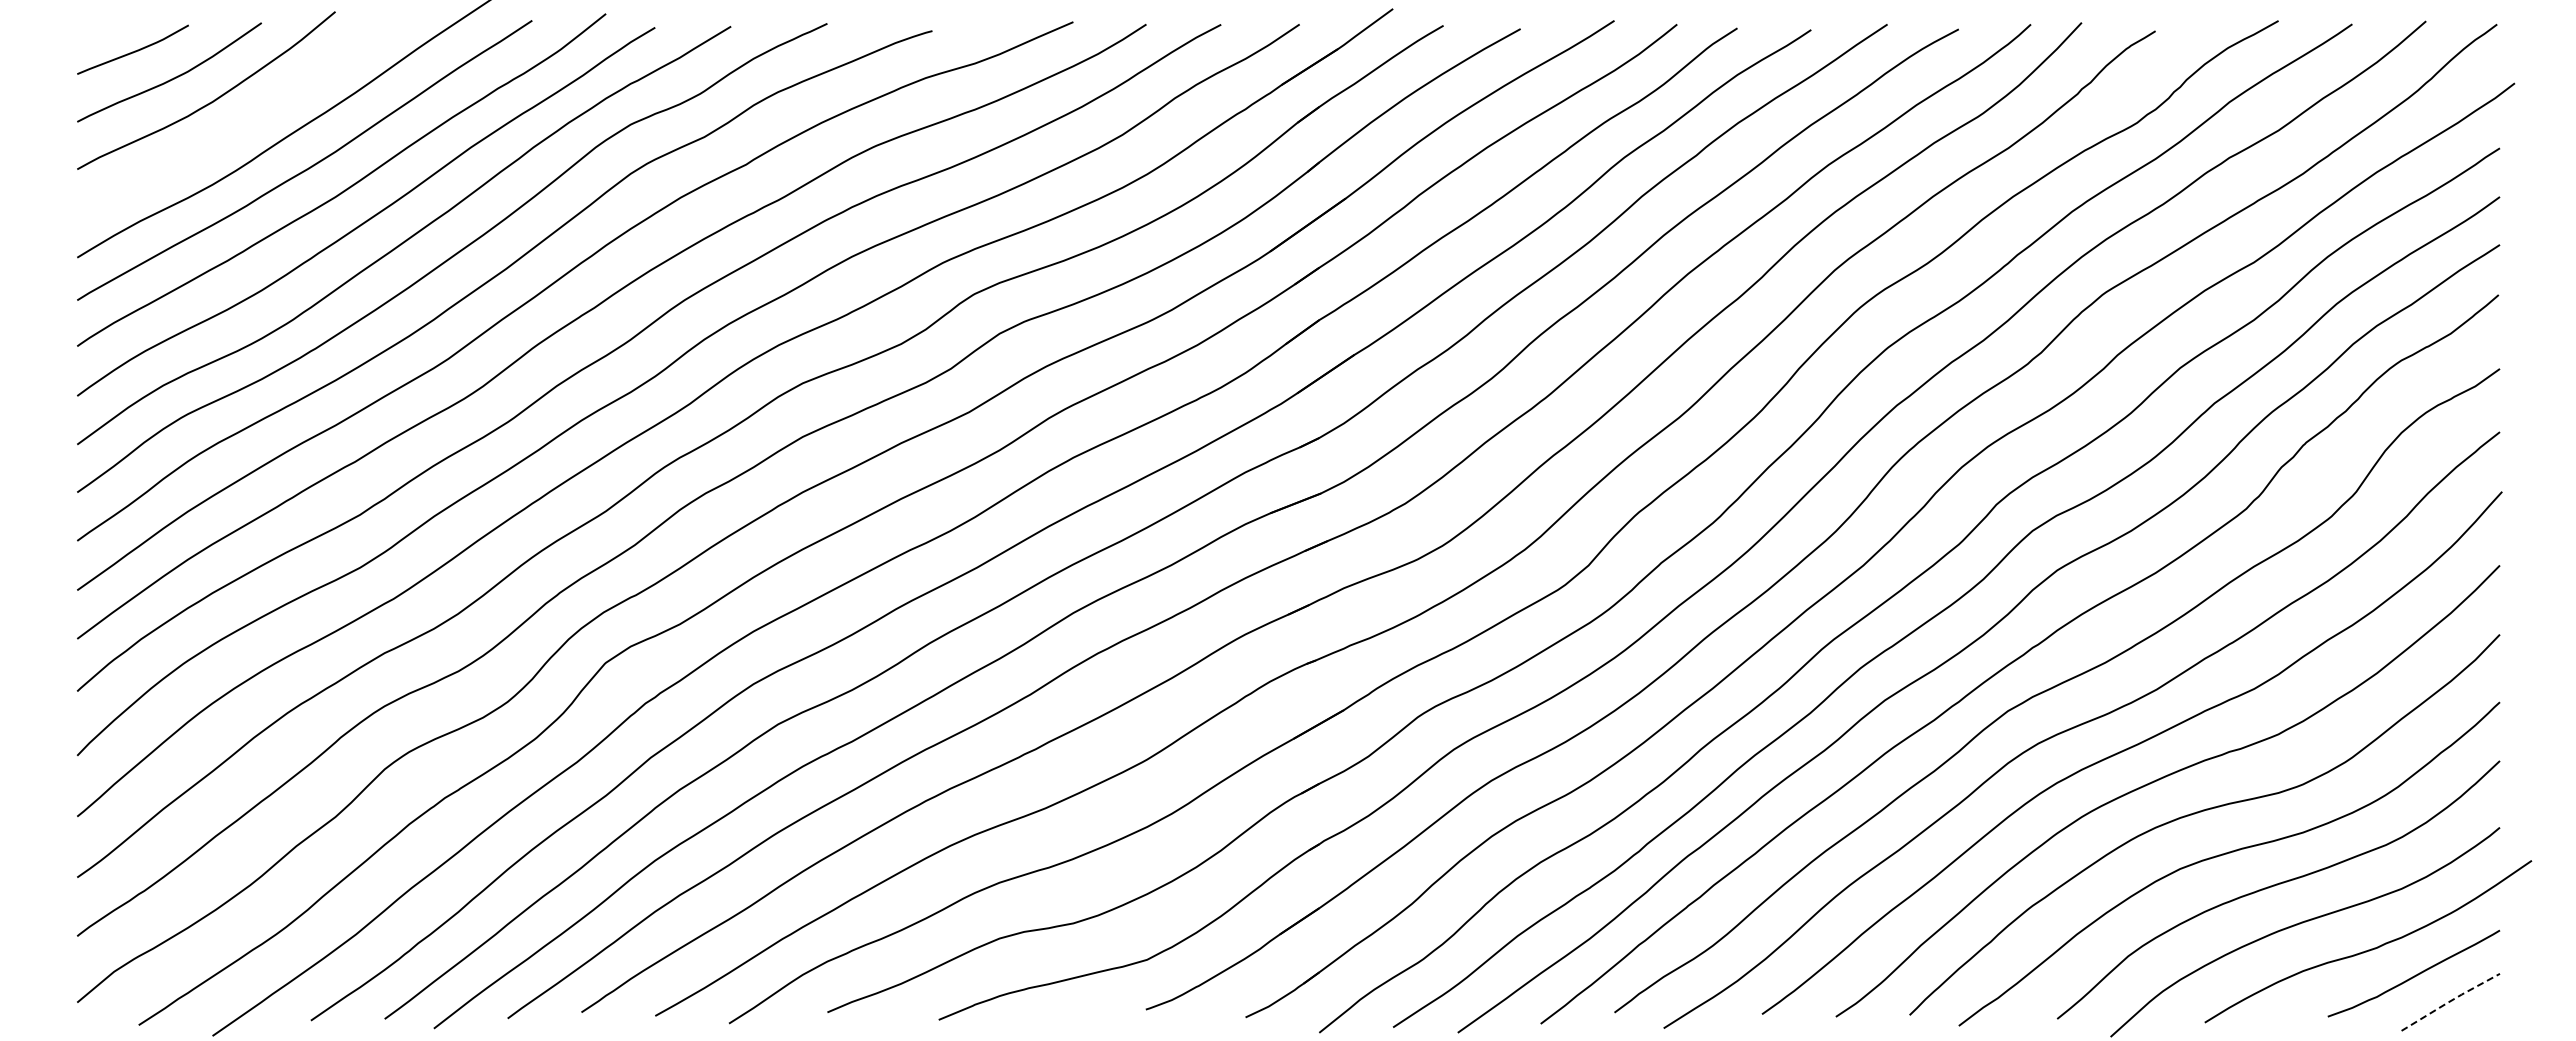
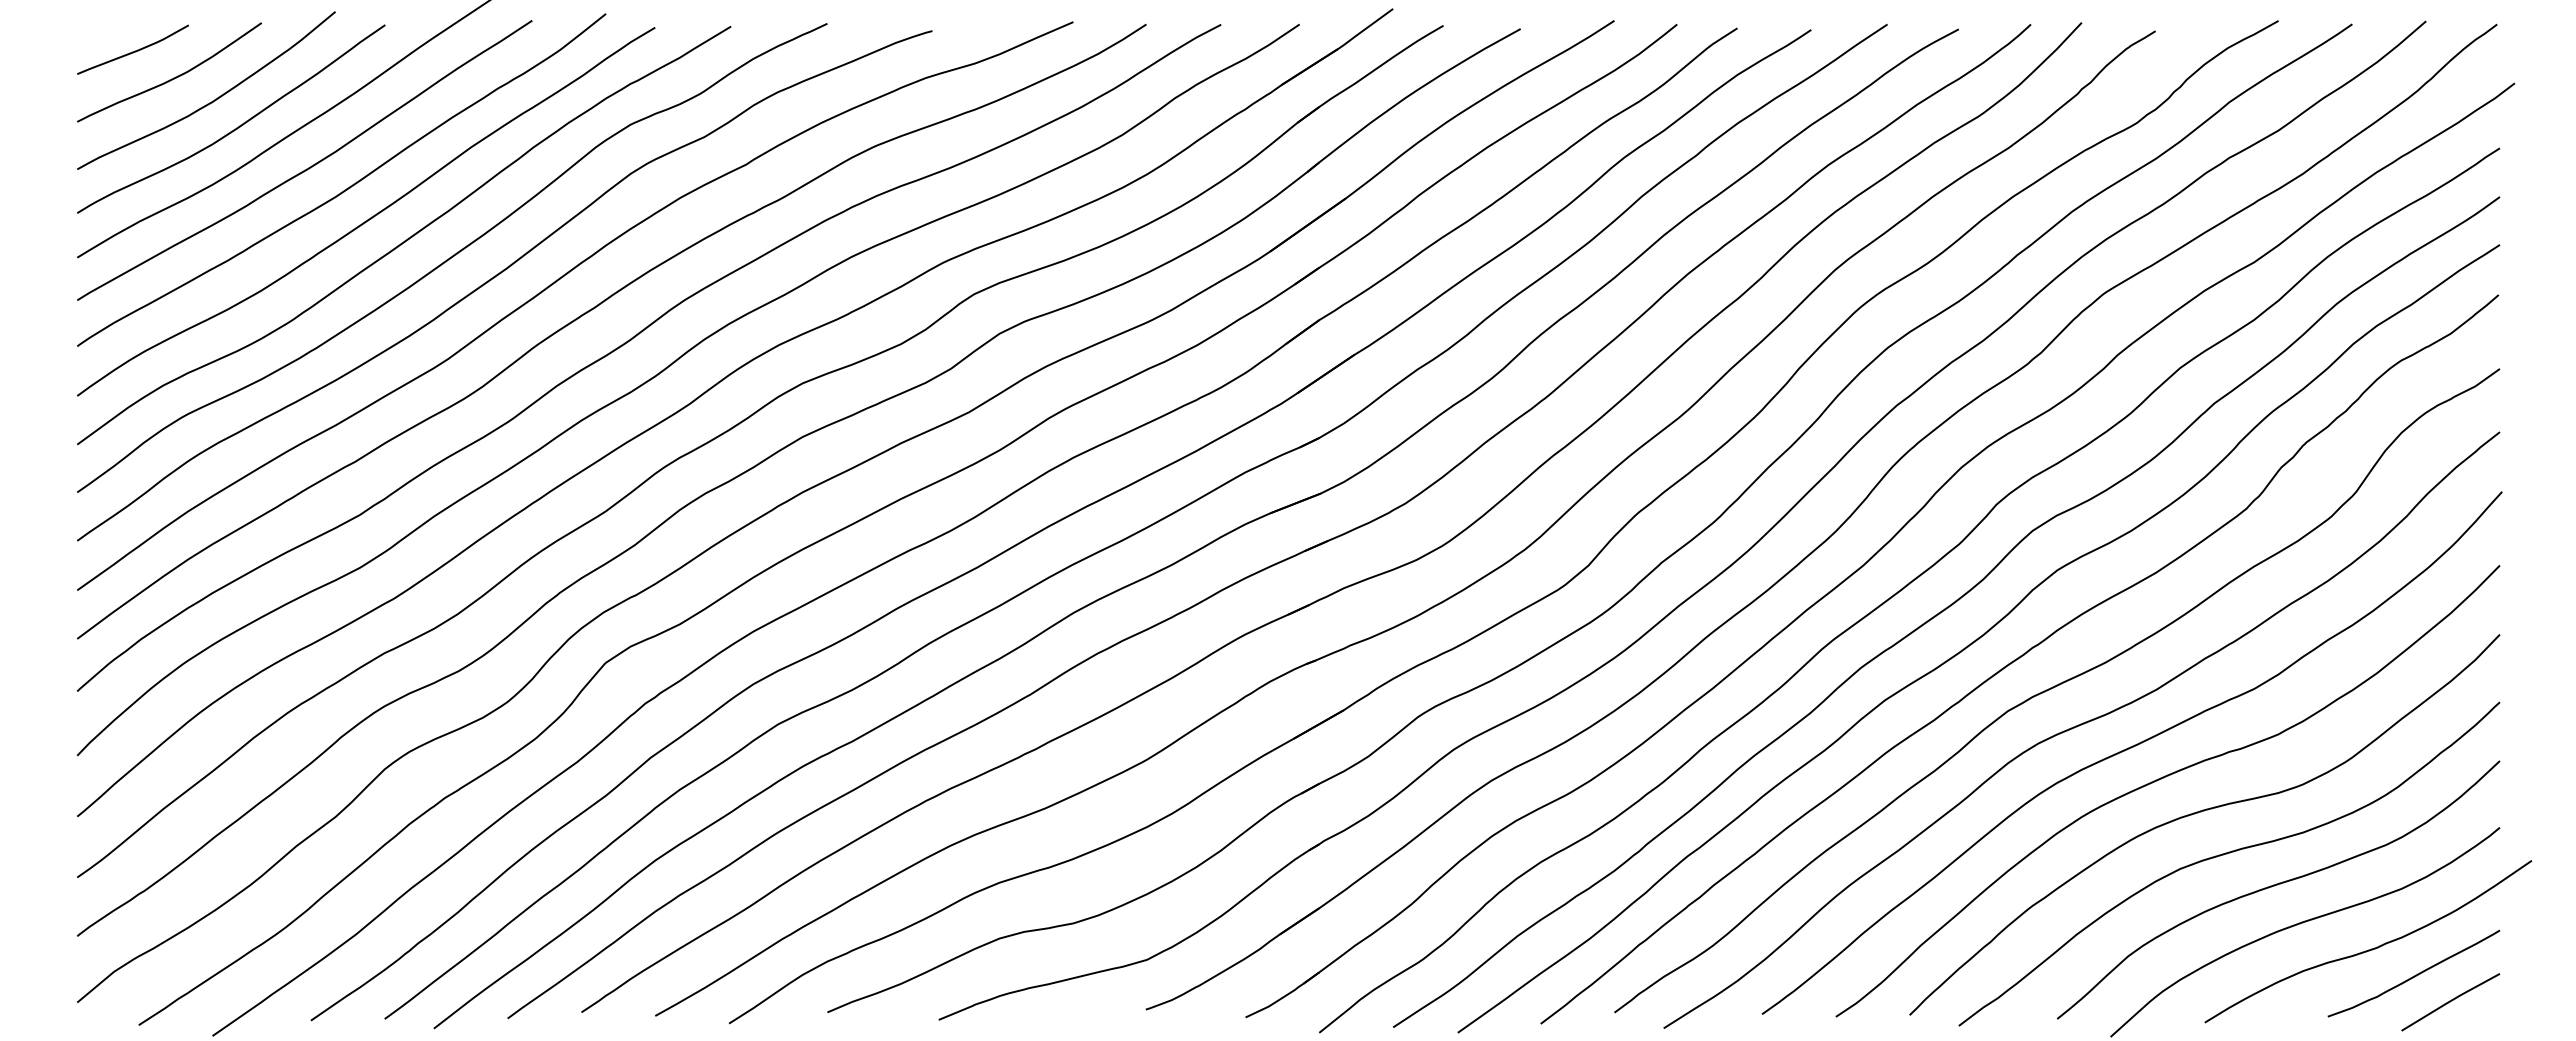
curve at (236, 127): none -> present
line at (2450, 1001): dashed -> solid
